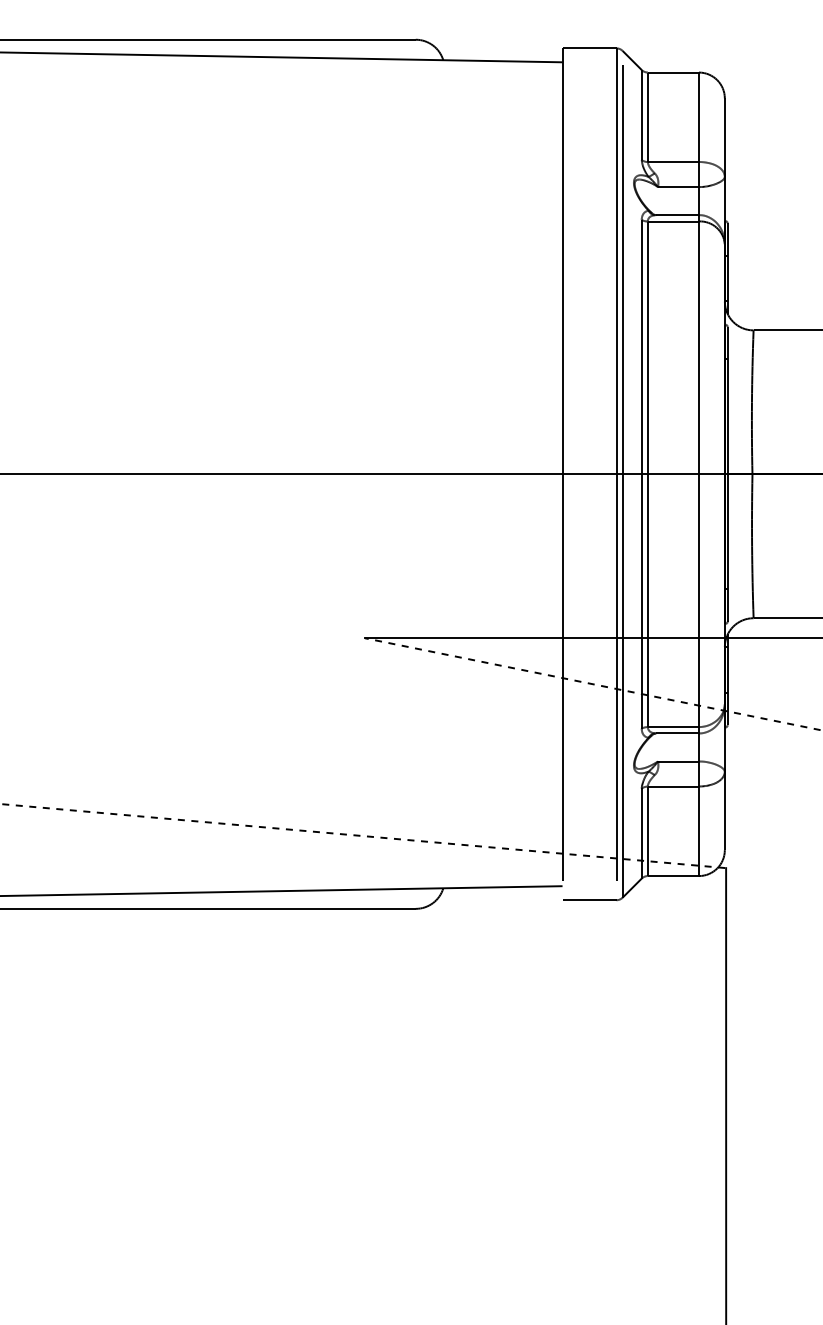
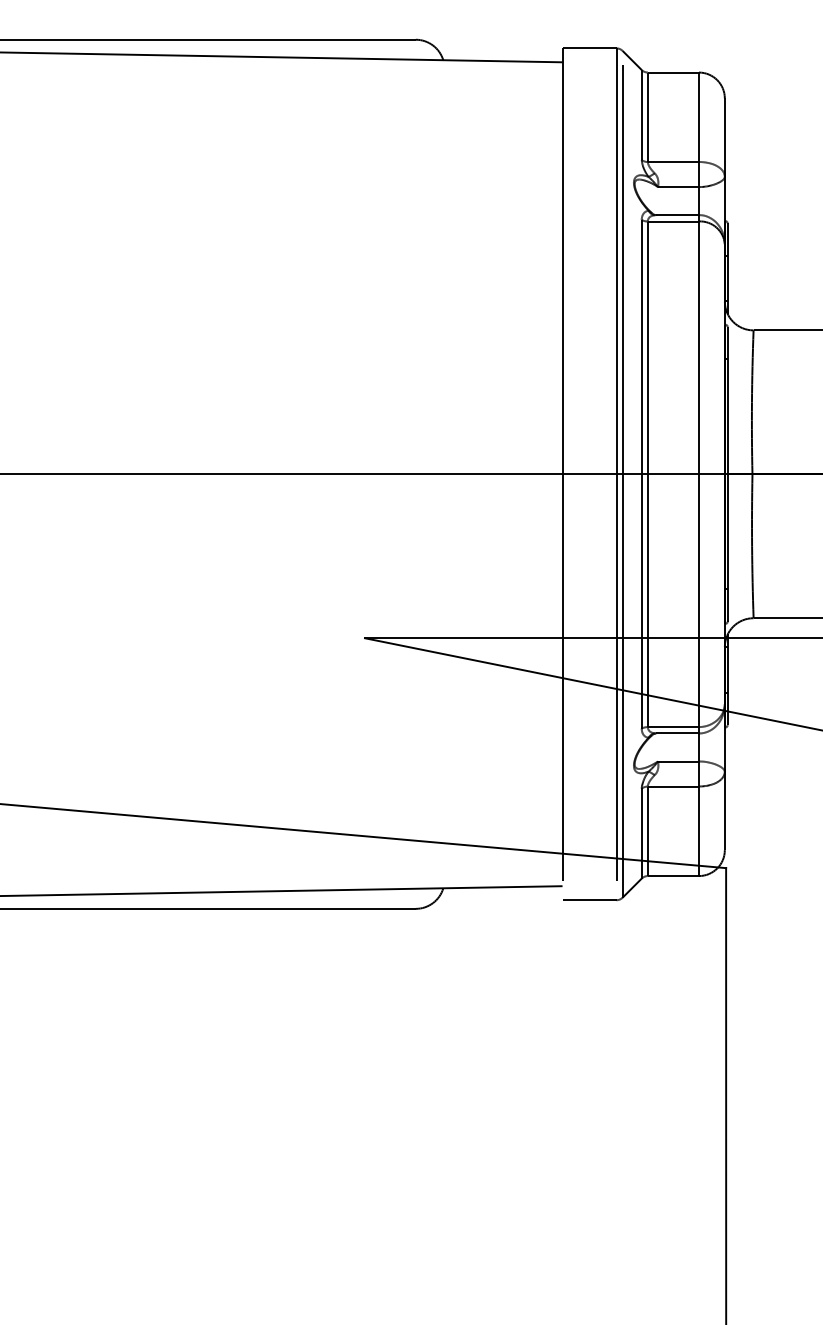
line at (593, 684): dashed -> solid
line at (363, 836): dashed -> solid
